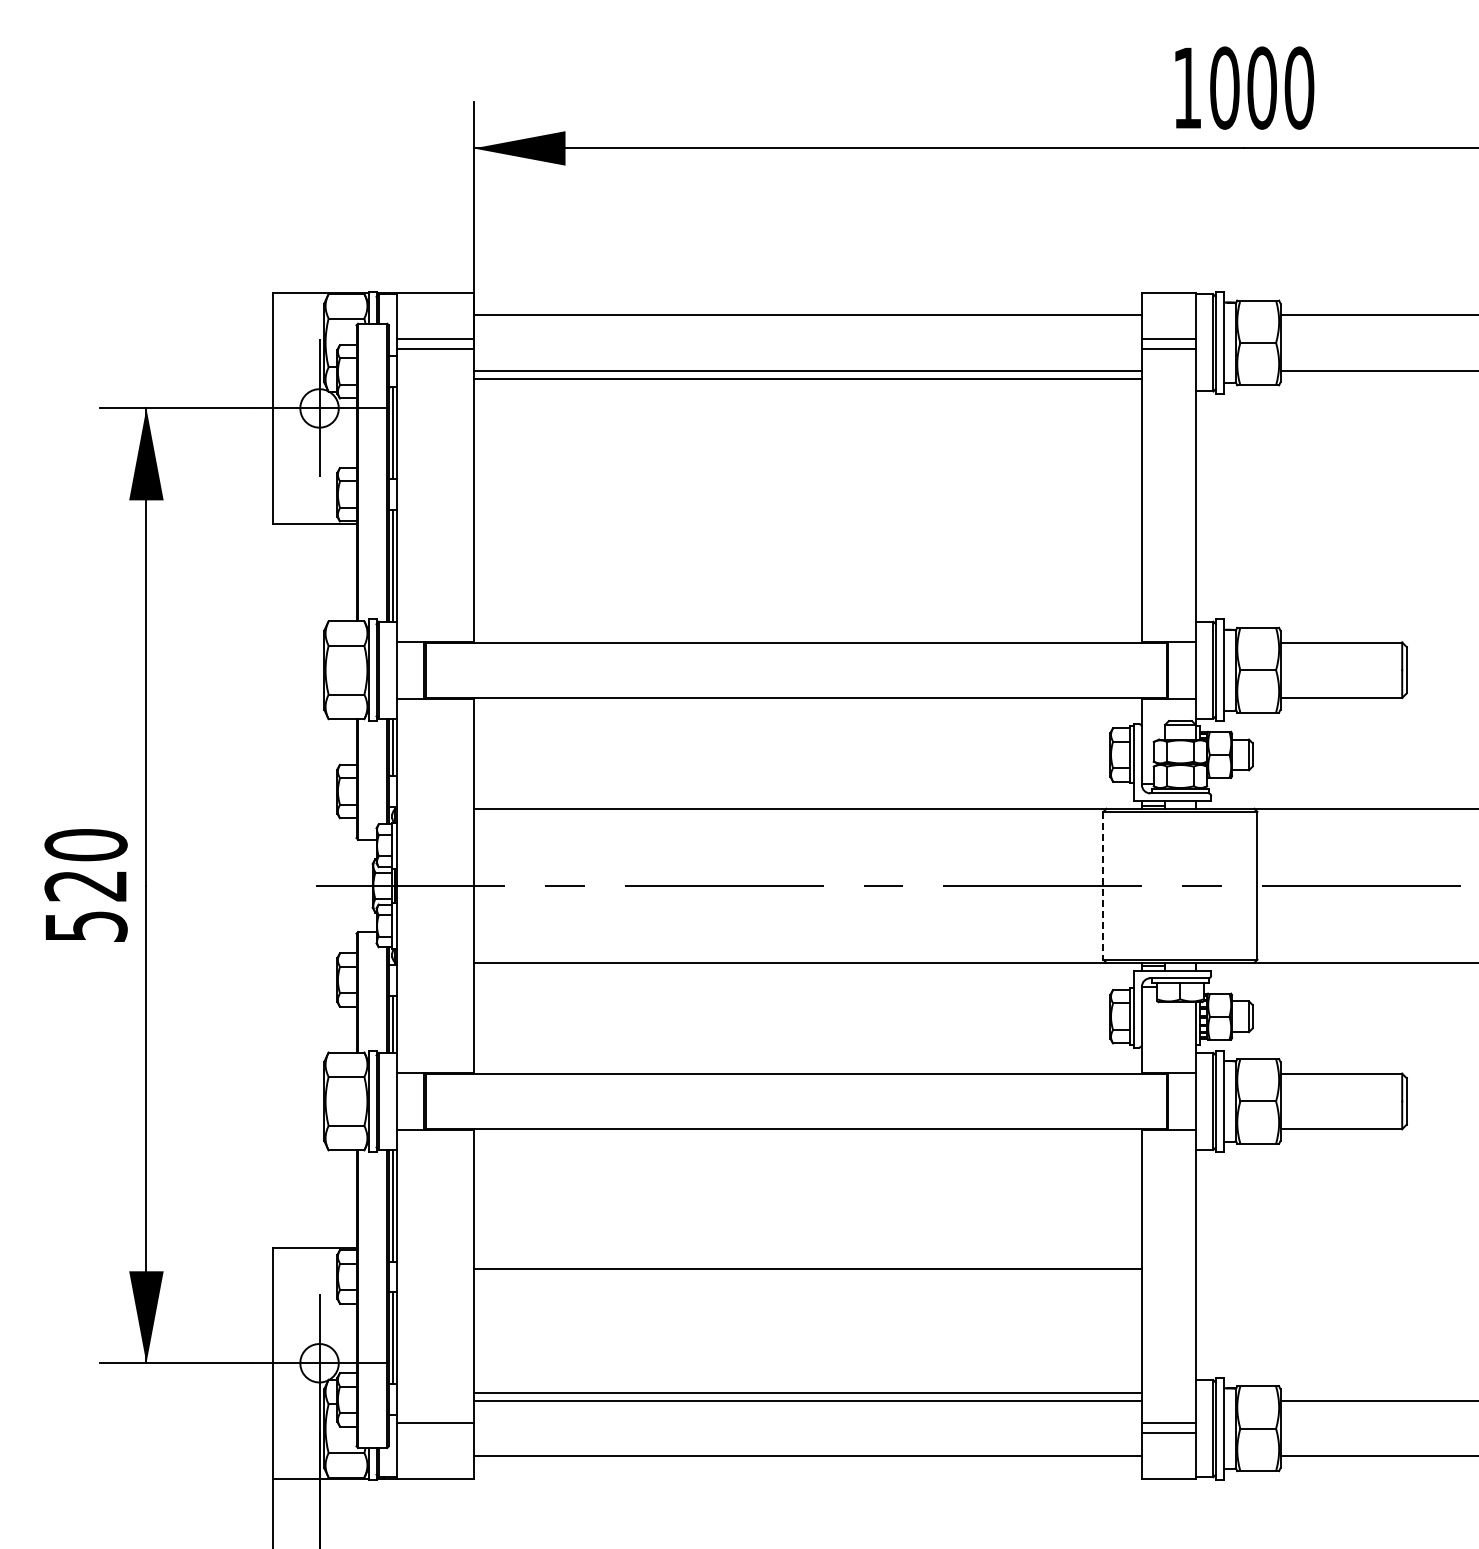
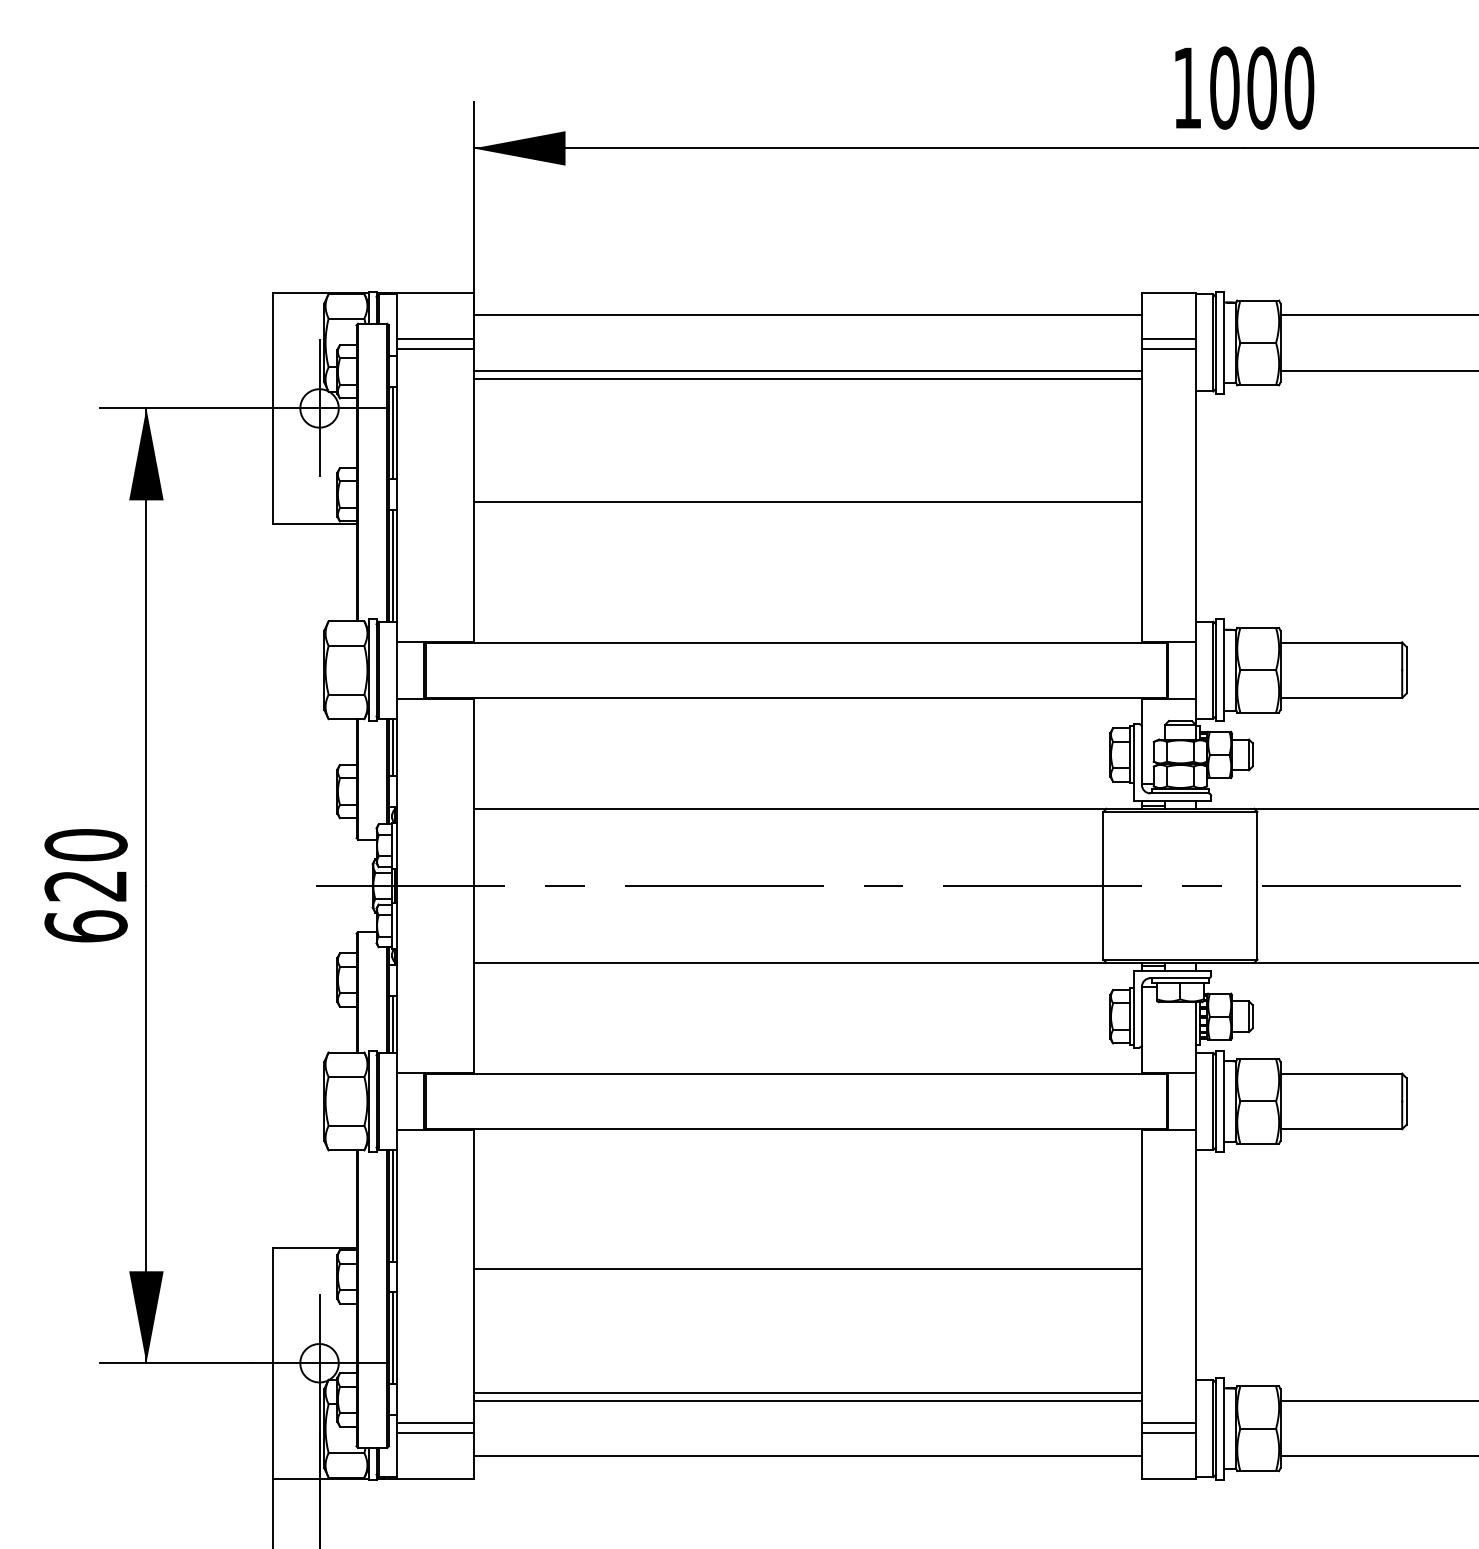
line at (807, 502): none -> present
line at (1103, 885): dashed -> solid
text at (85, 926): 520 -> 620
line at (434, 1432): none -> present
